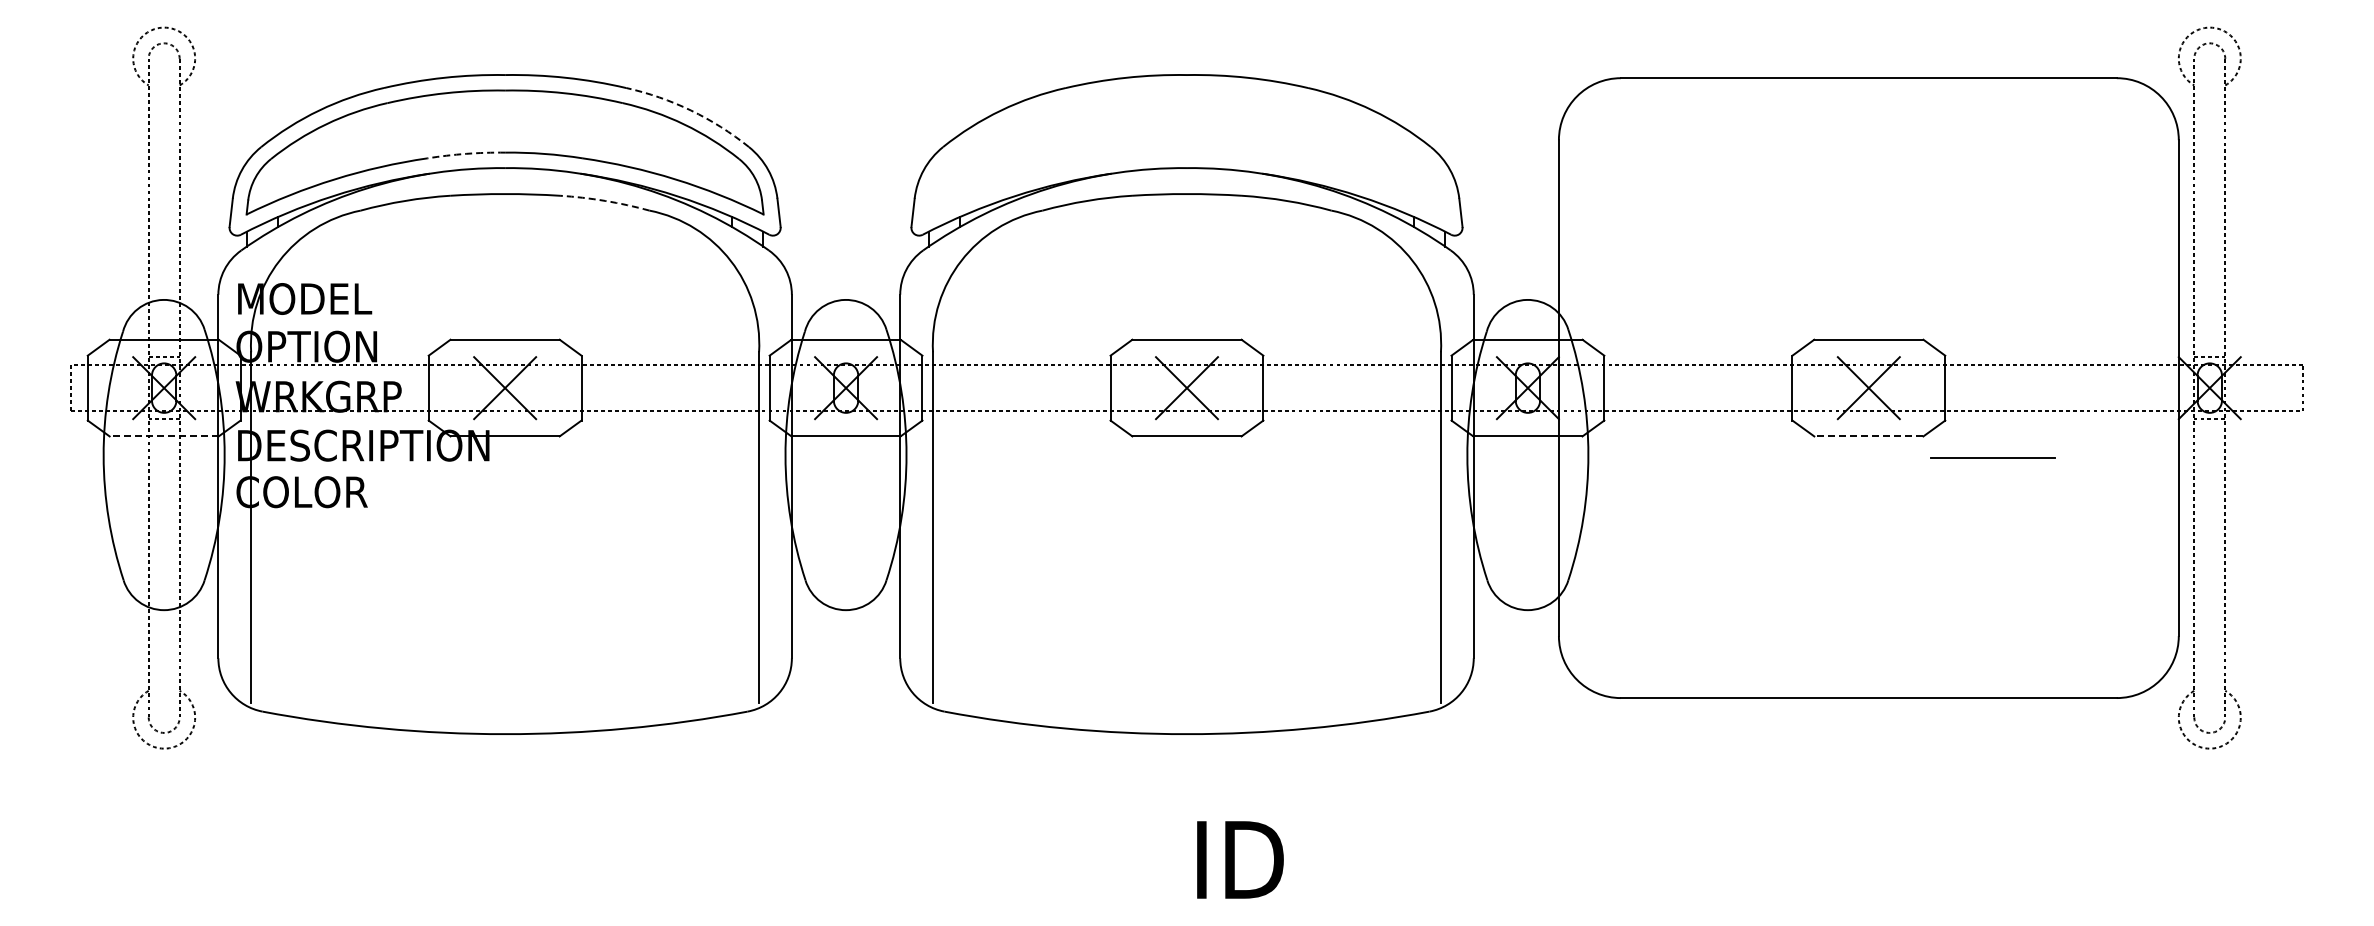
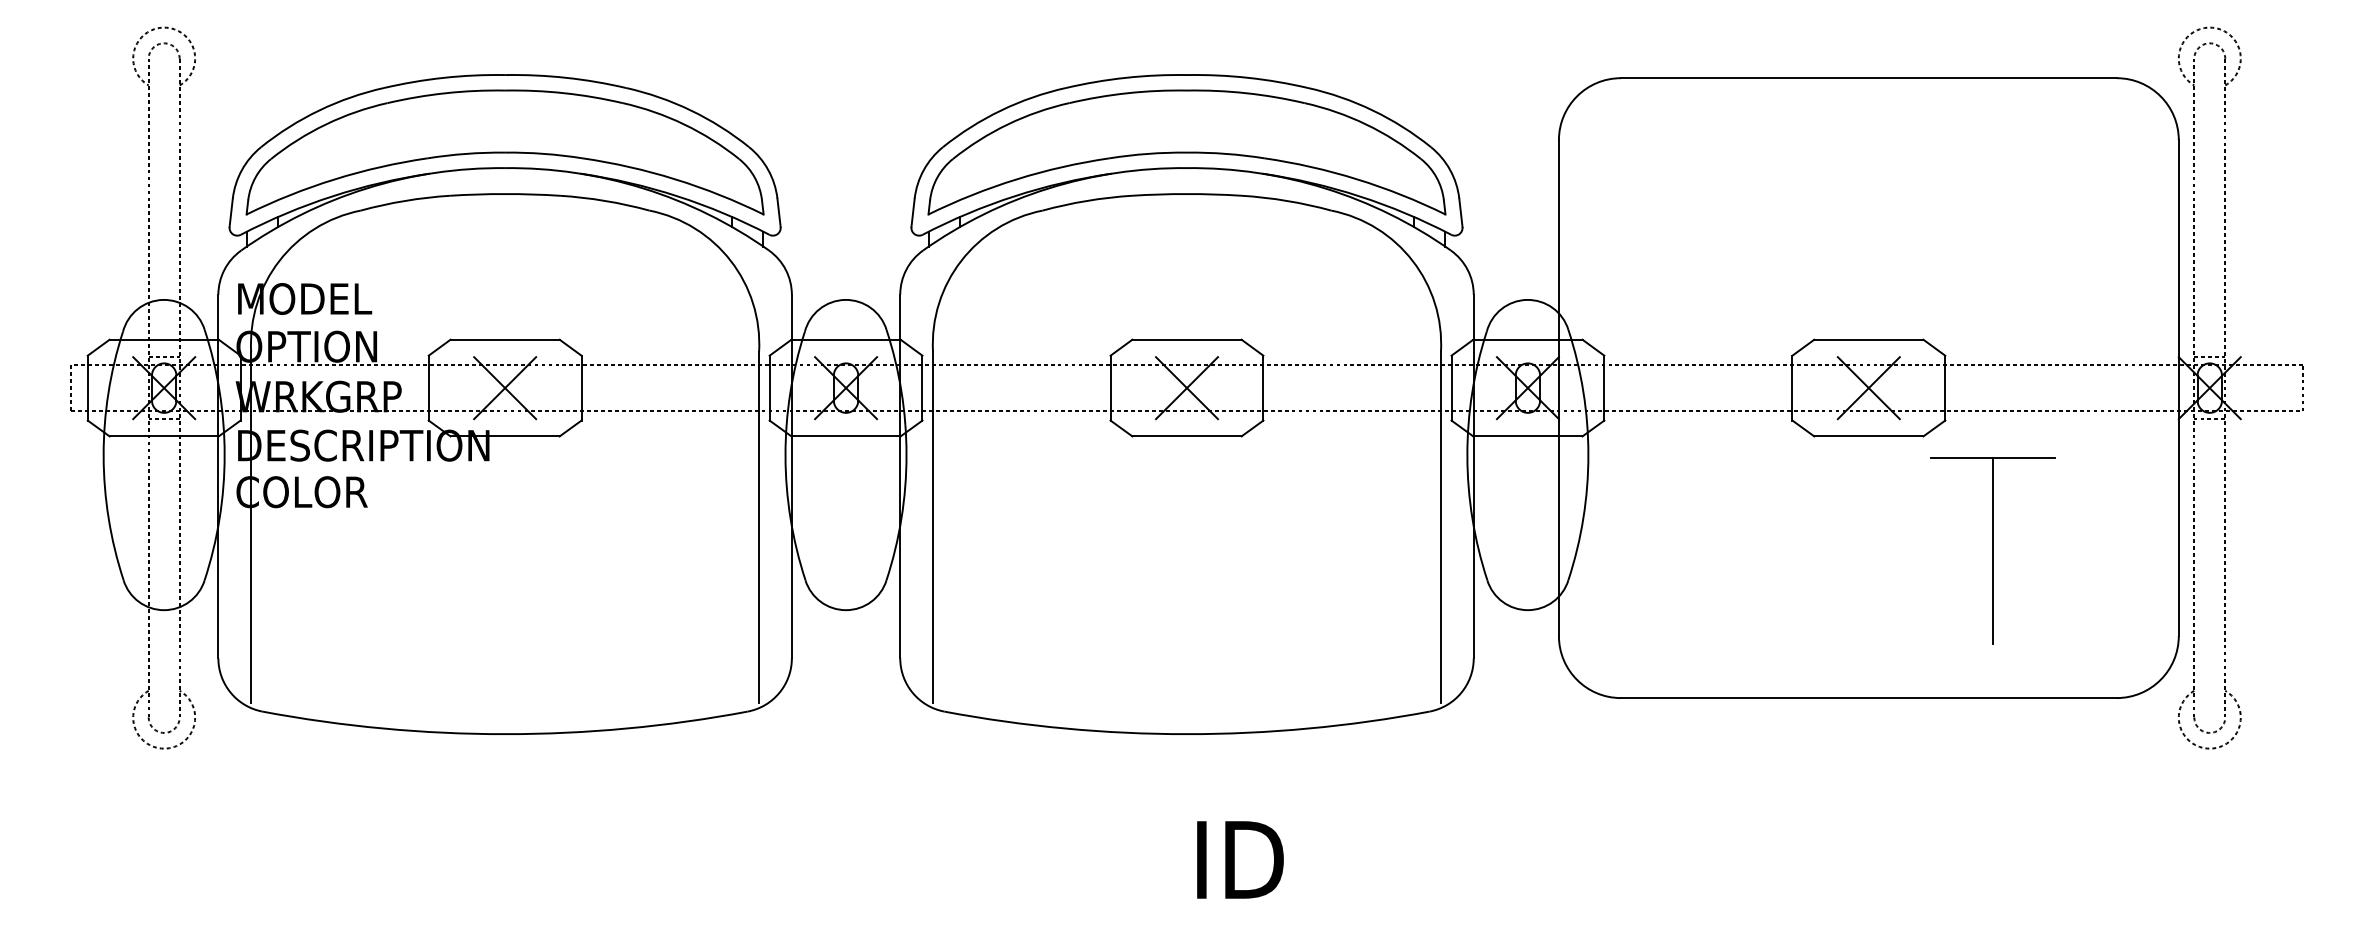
arc at (690, 110): dashed -> solid
part at (1186, 152): none -> present
arc at (466, 153): dashed -> solid
arc at (605, 200): dashed -> solid
line at (164, 436): dashed -> solid
line at (1868, 436): dashed -> solid
line at (1992, 550): none -> present
